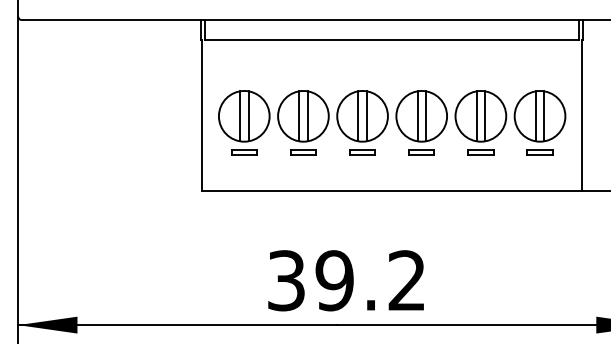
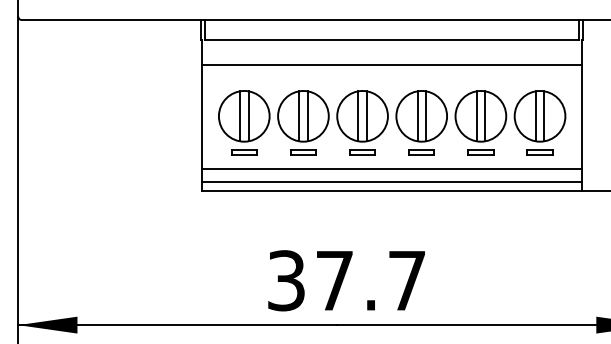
line at (392, 64): none -> present
line at (392, 168): none -> present
line at (392, 182): none -> present
text at (369, 280): 39.2 -> 37.7
